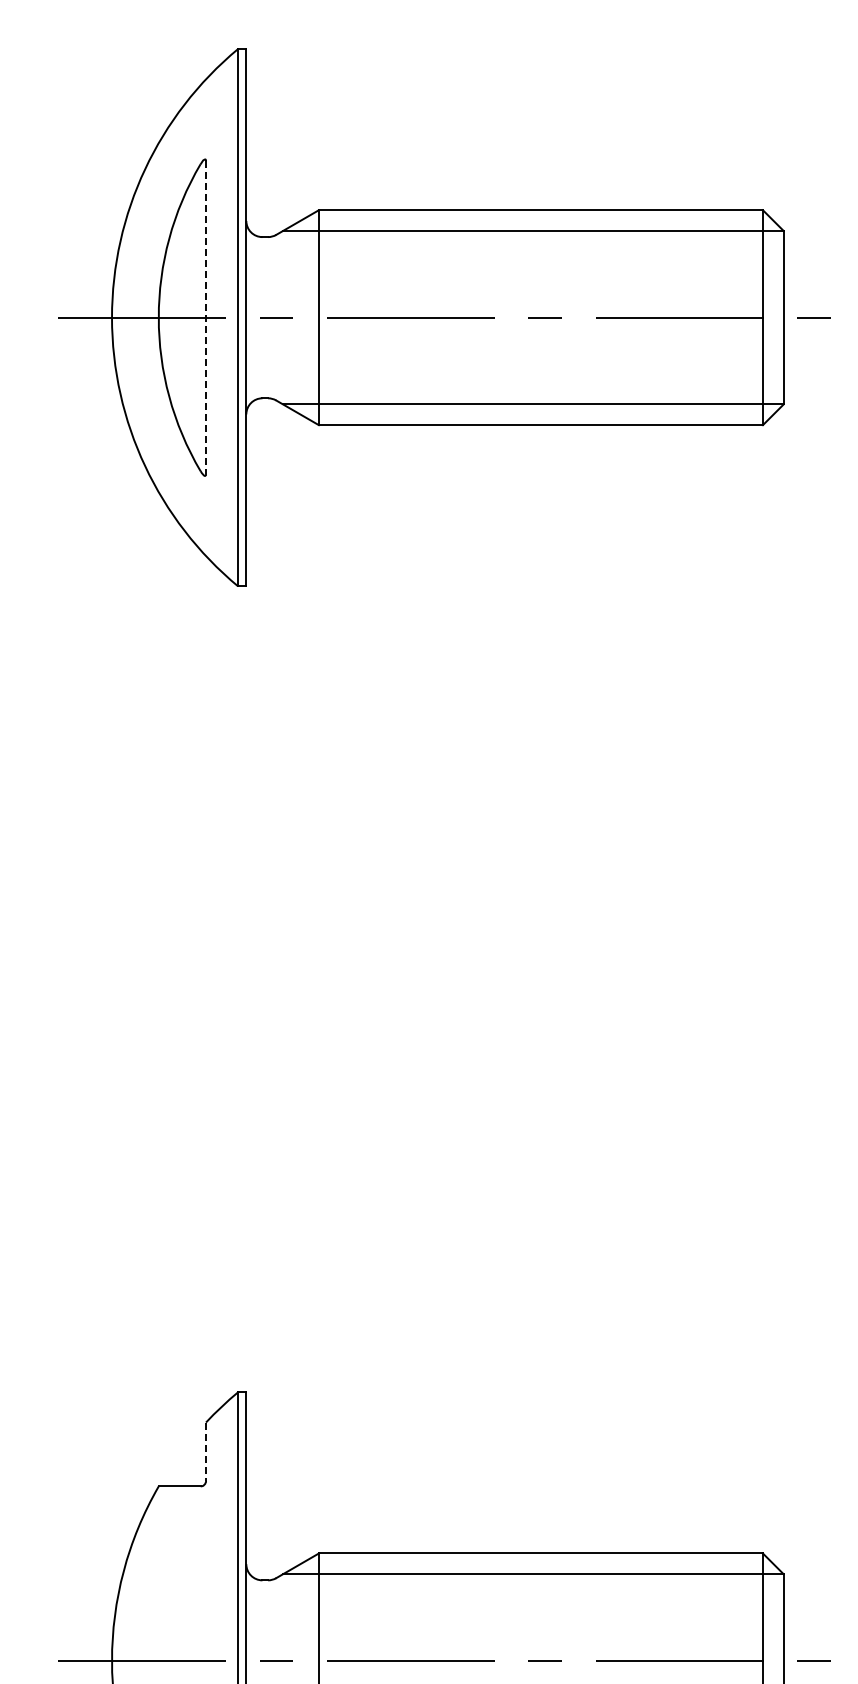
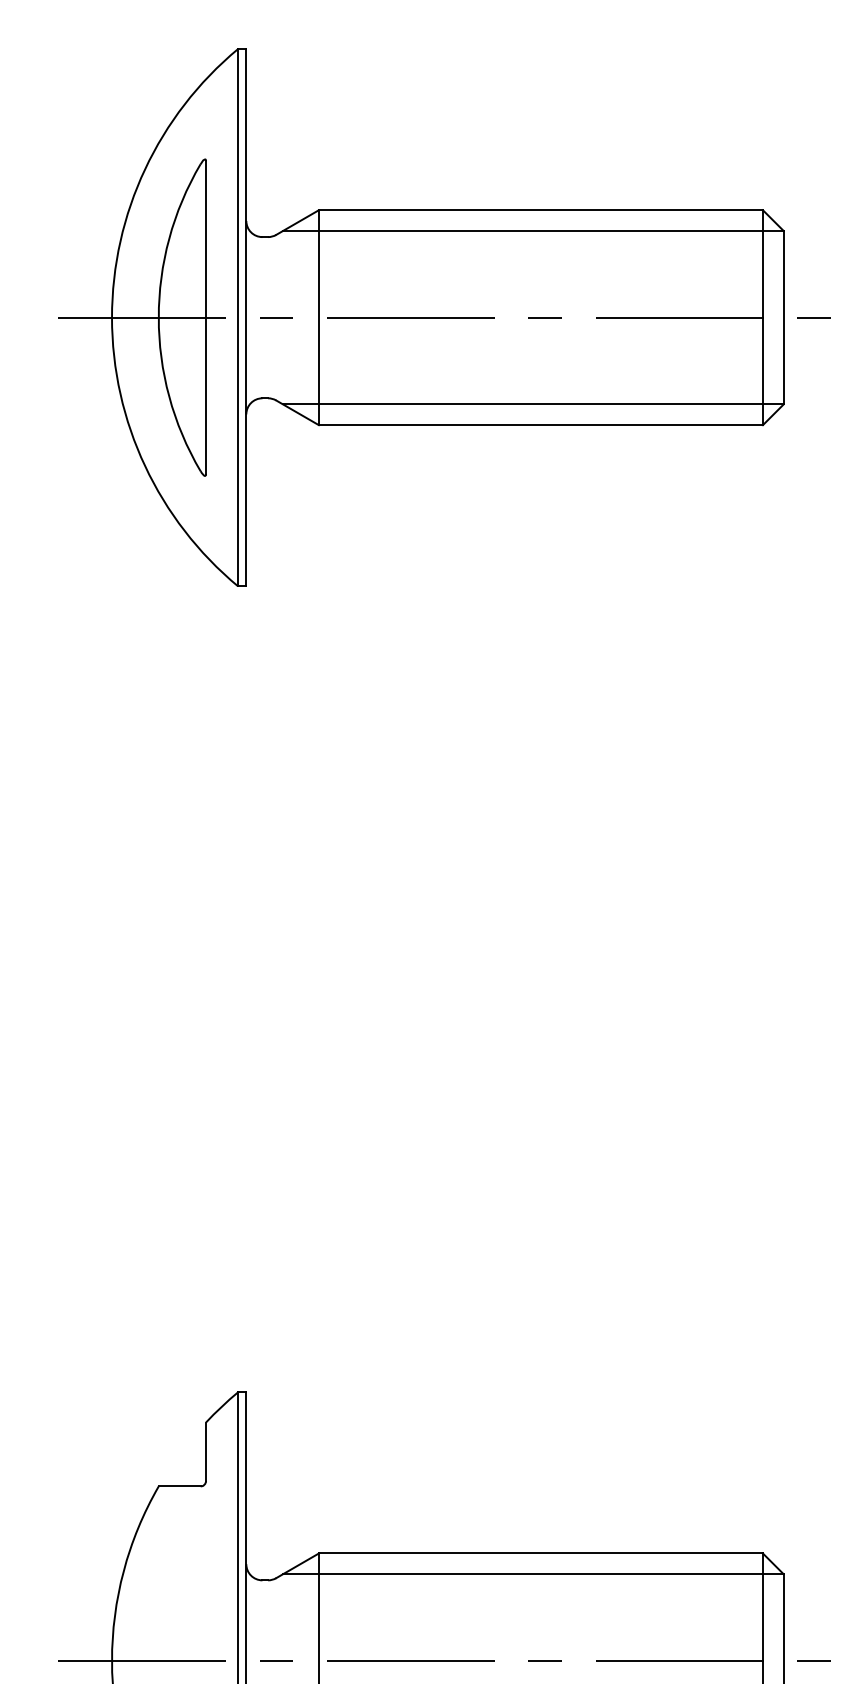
line at (206, 318): dashed -> solid
line at (206, 1452): dashed -> solid
